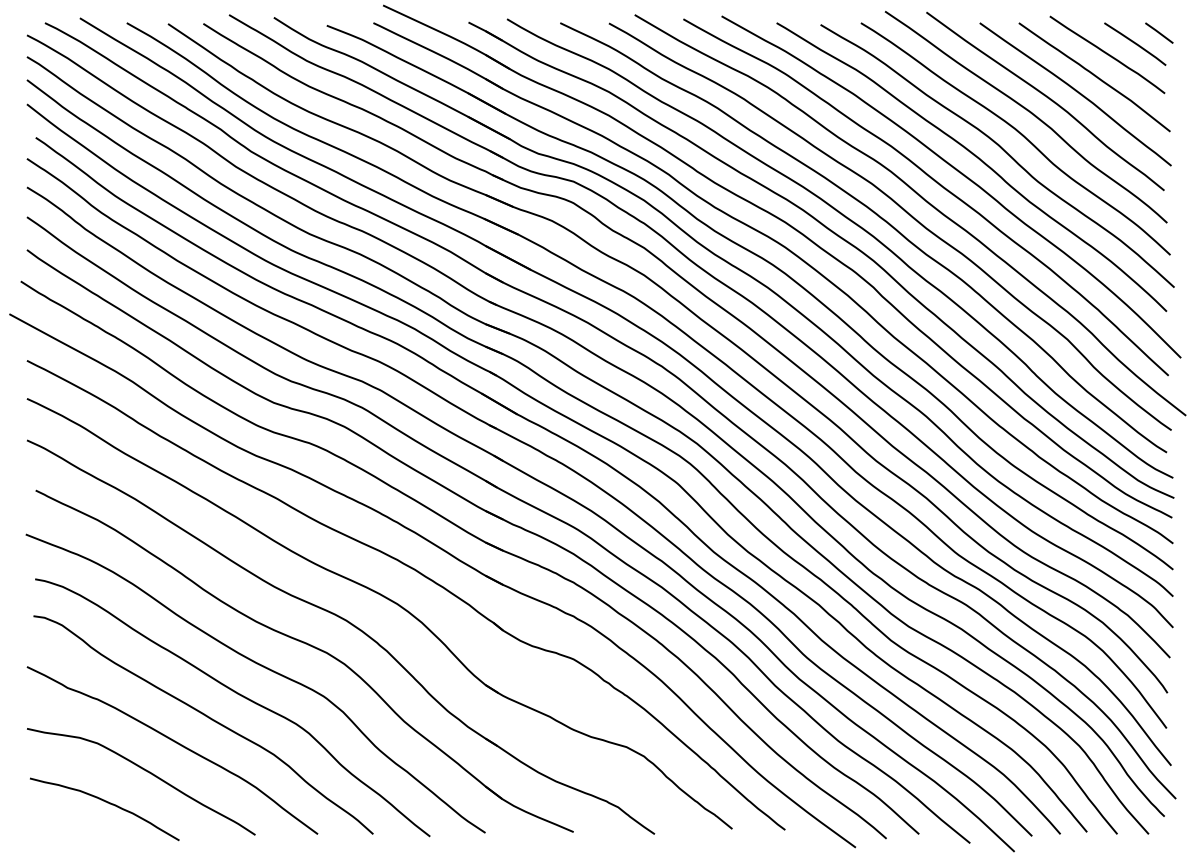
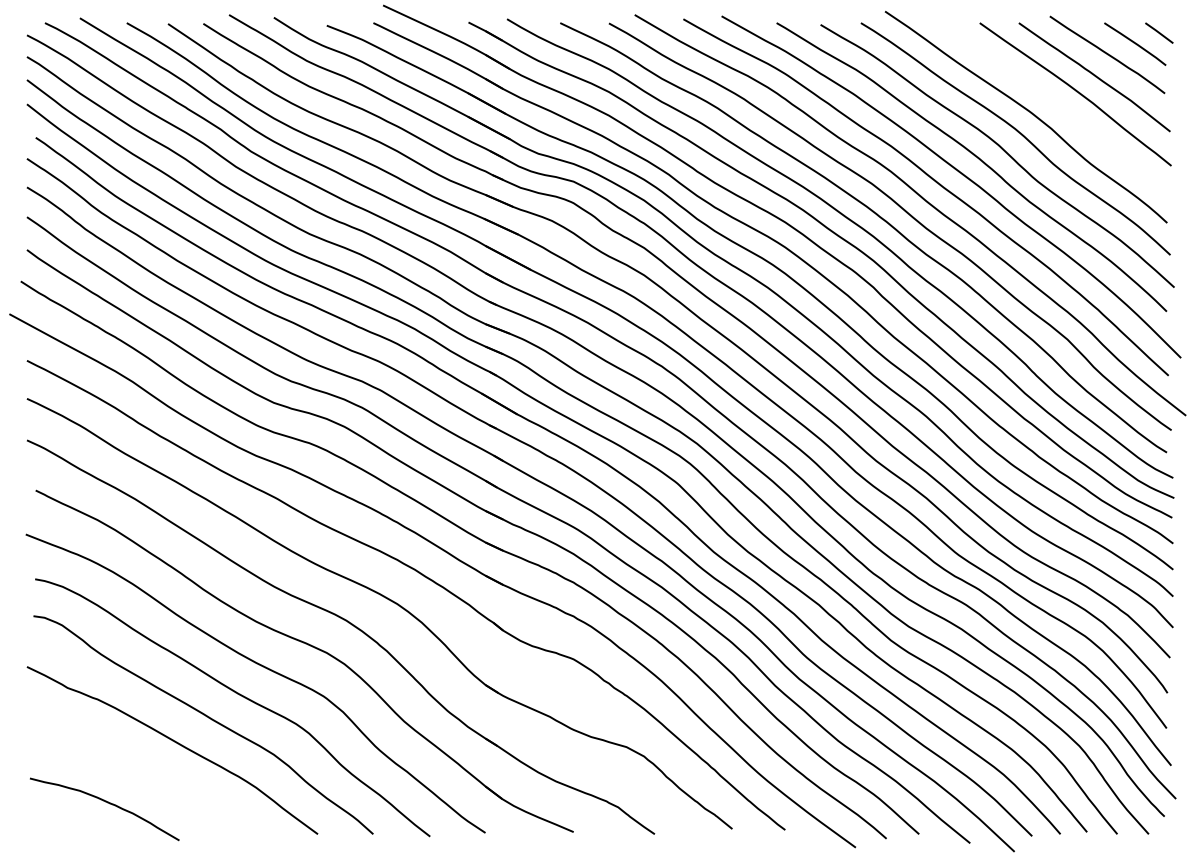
curve at (1047, 98): present -> none
curve at (145, 771): present -> none
